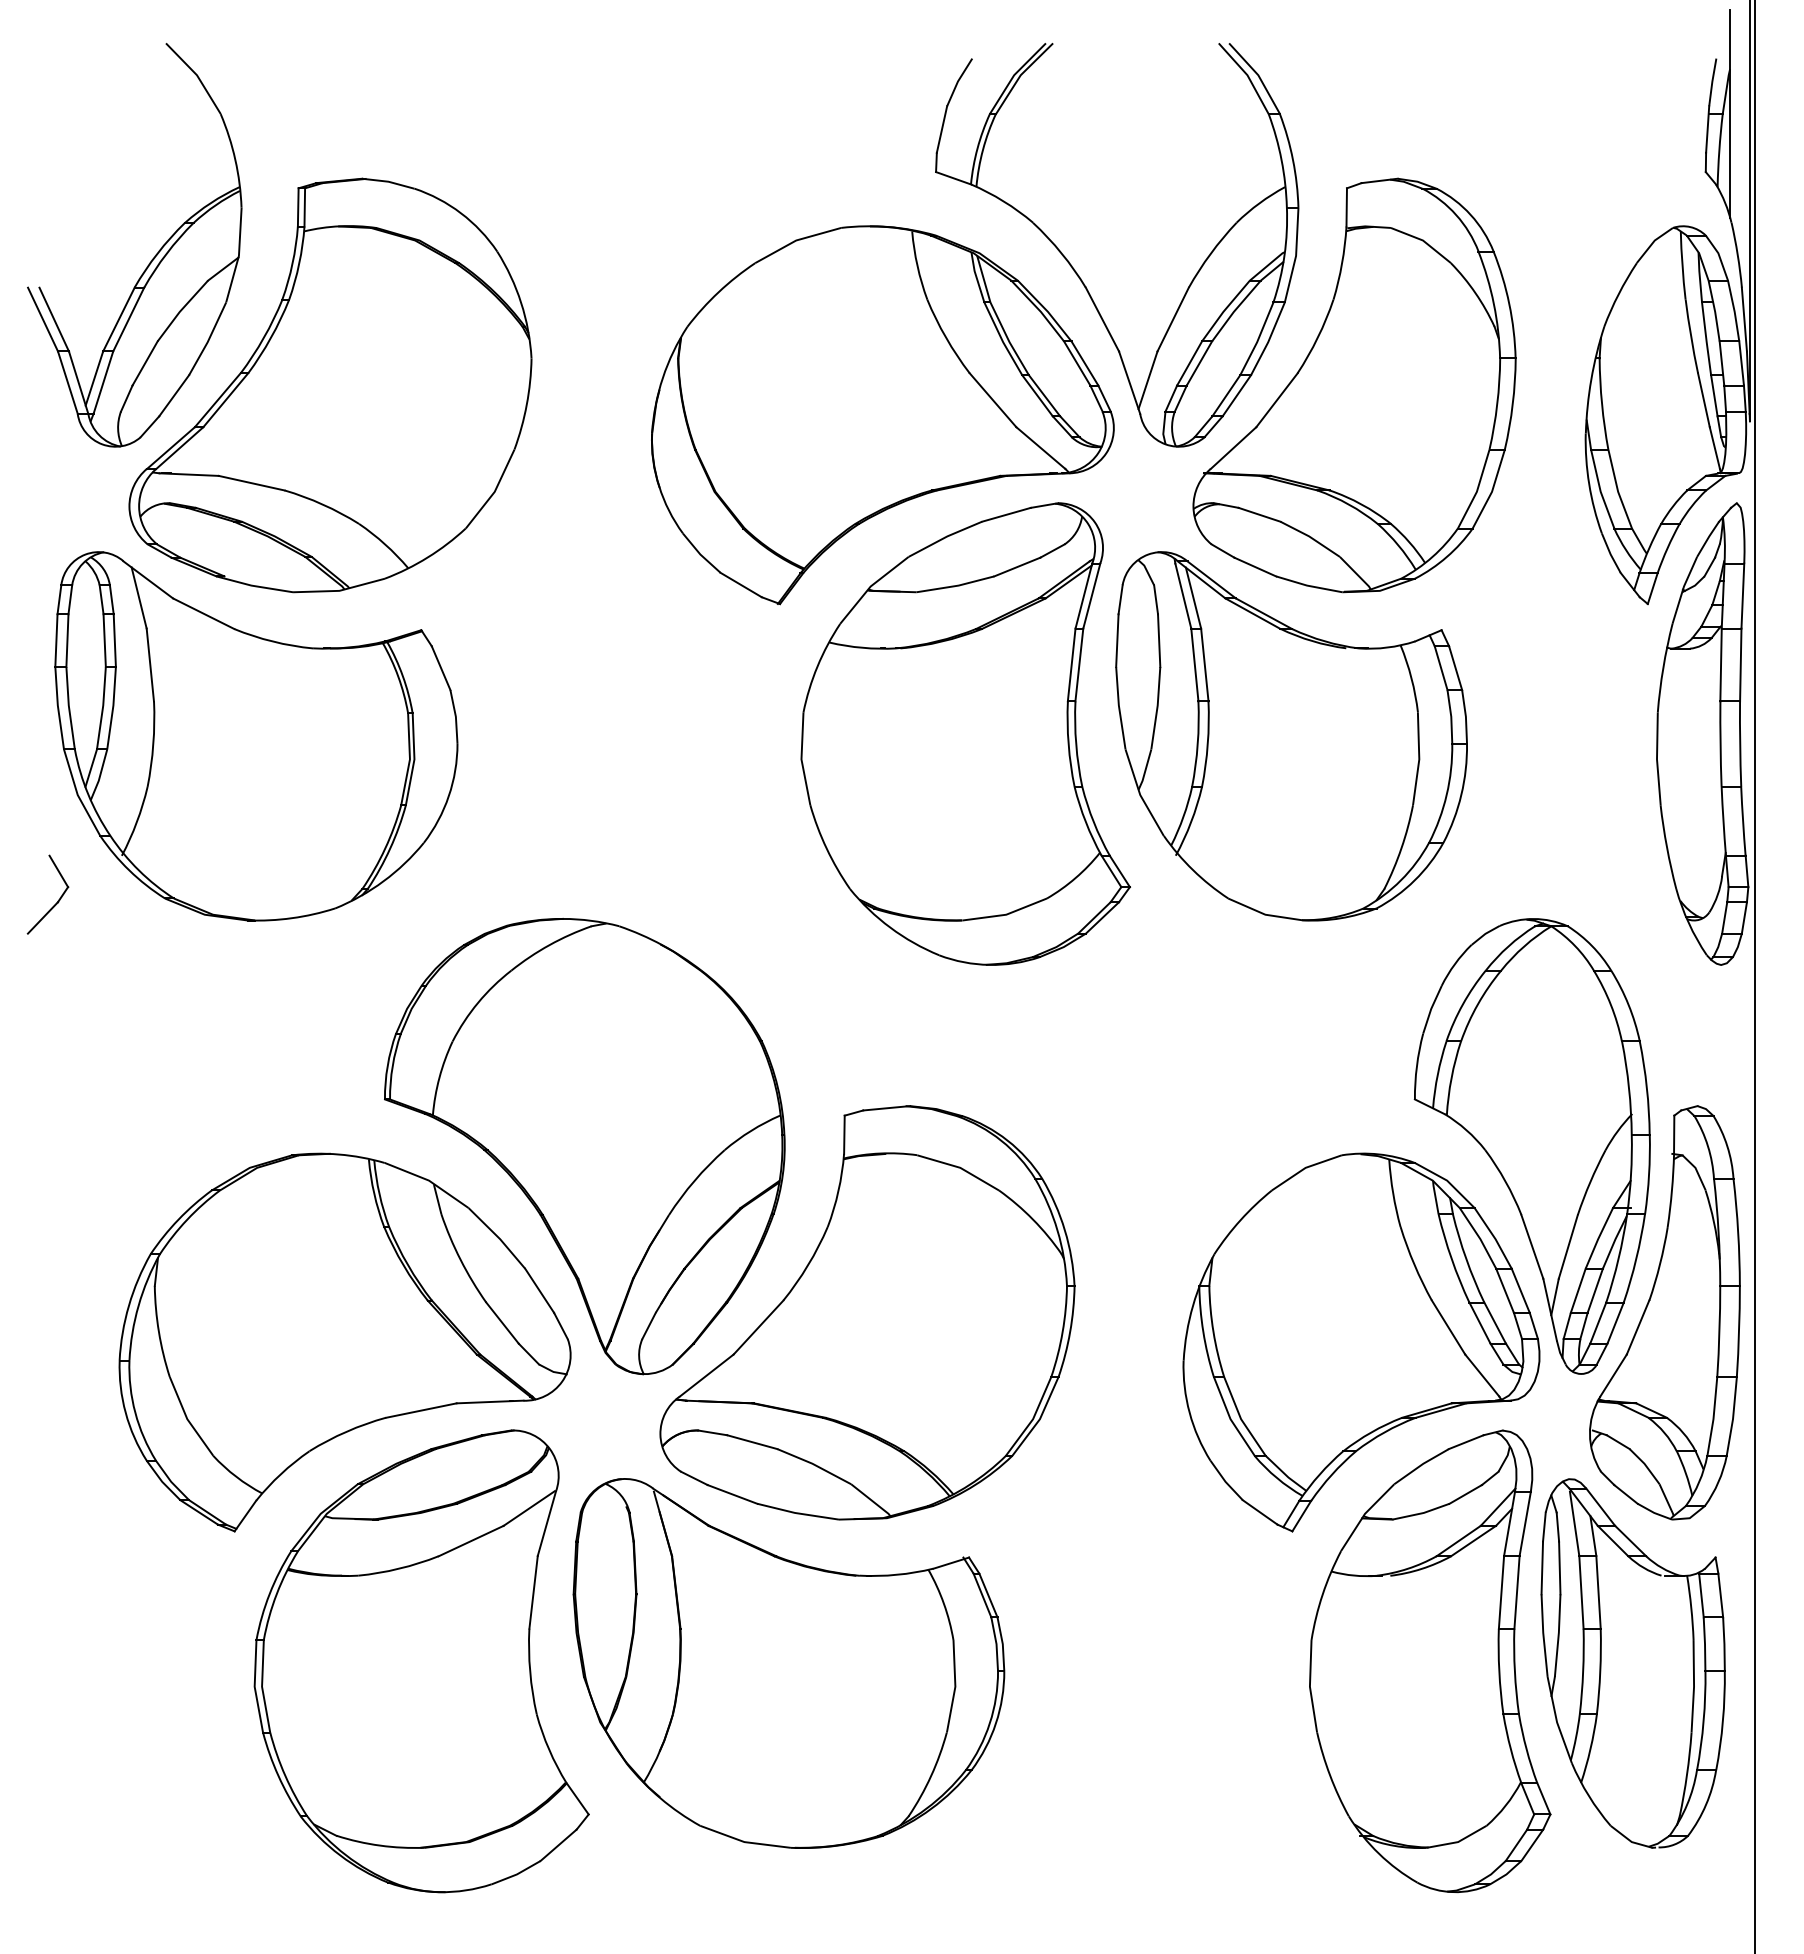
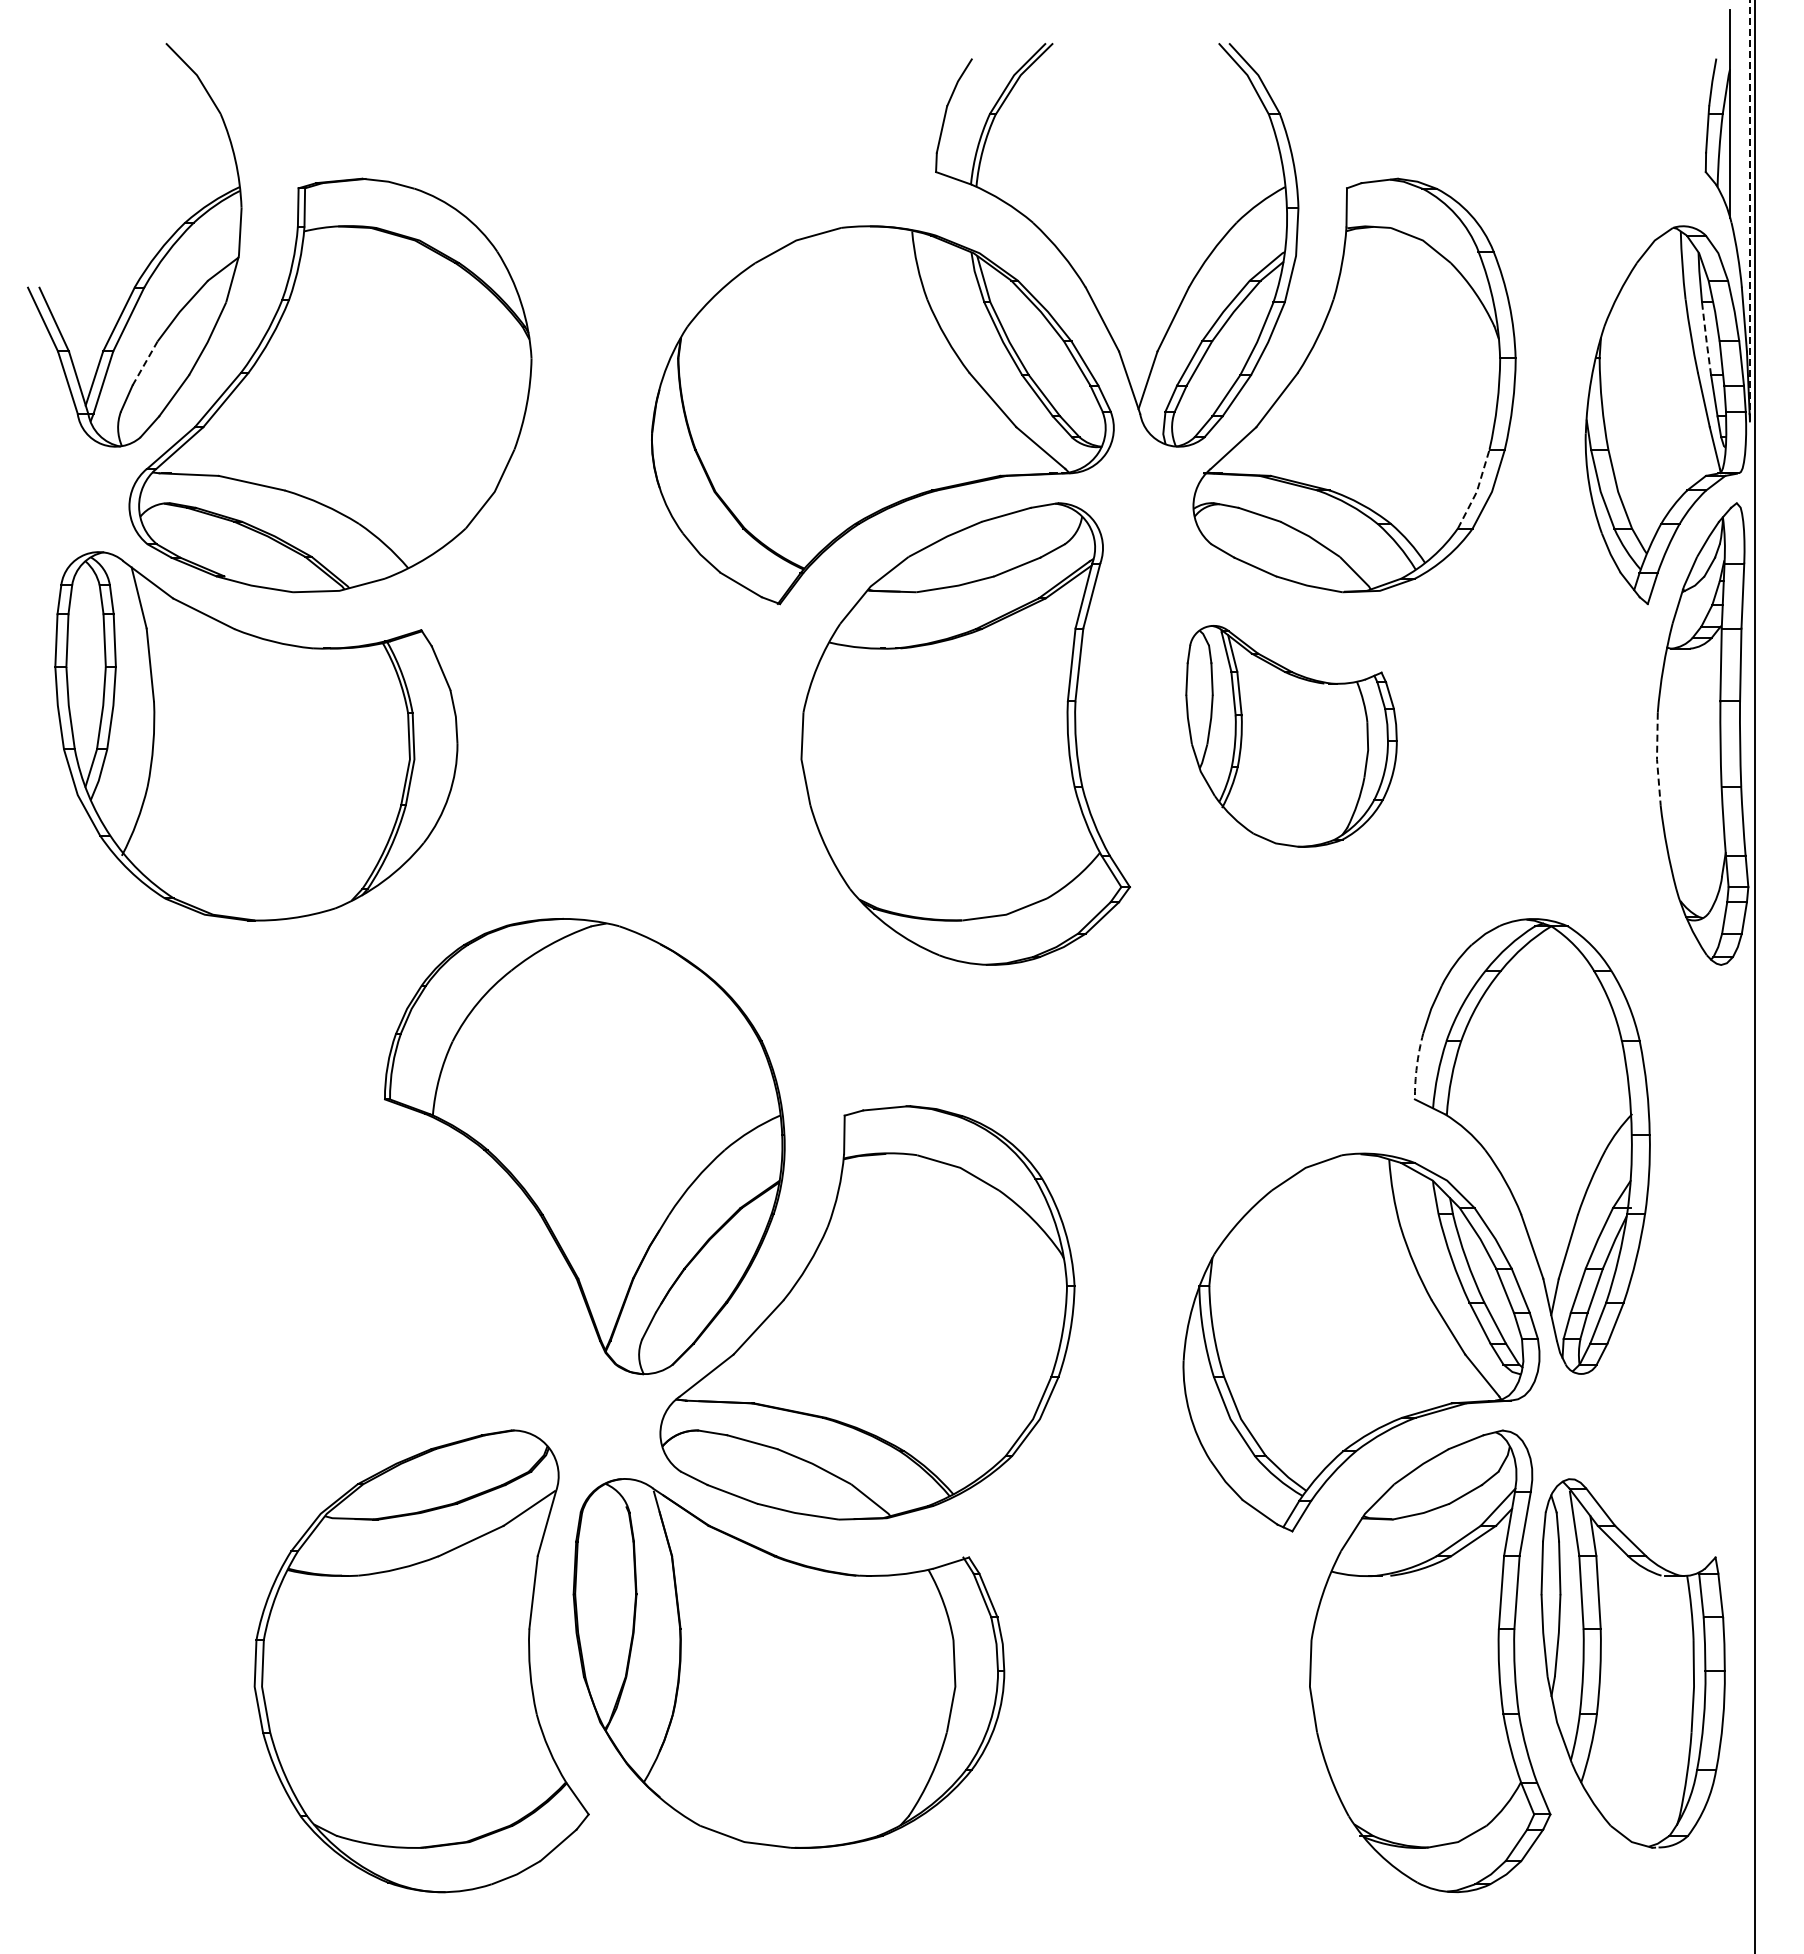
line at (1749, 210): solid -> dashed
line at (1706, 339): solid -> dashed
line at (145, 363): solid -> dashed
line at (1477, 490): solid -> dashed
part at (1291, 736) size: 353x371 px -> 213x223 px
line at (1657, 759): solid -> dashed
part at (56, 902): present -> none
arc at (1416, 1066): solid -> dashed
part at (1664, 1312): present -> none
part at (344, 1342): present -> none
